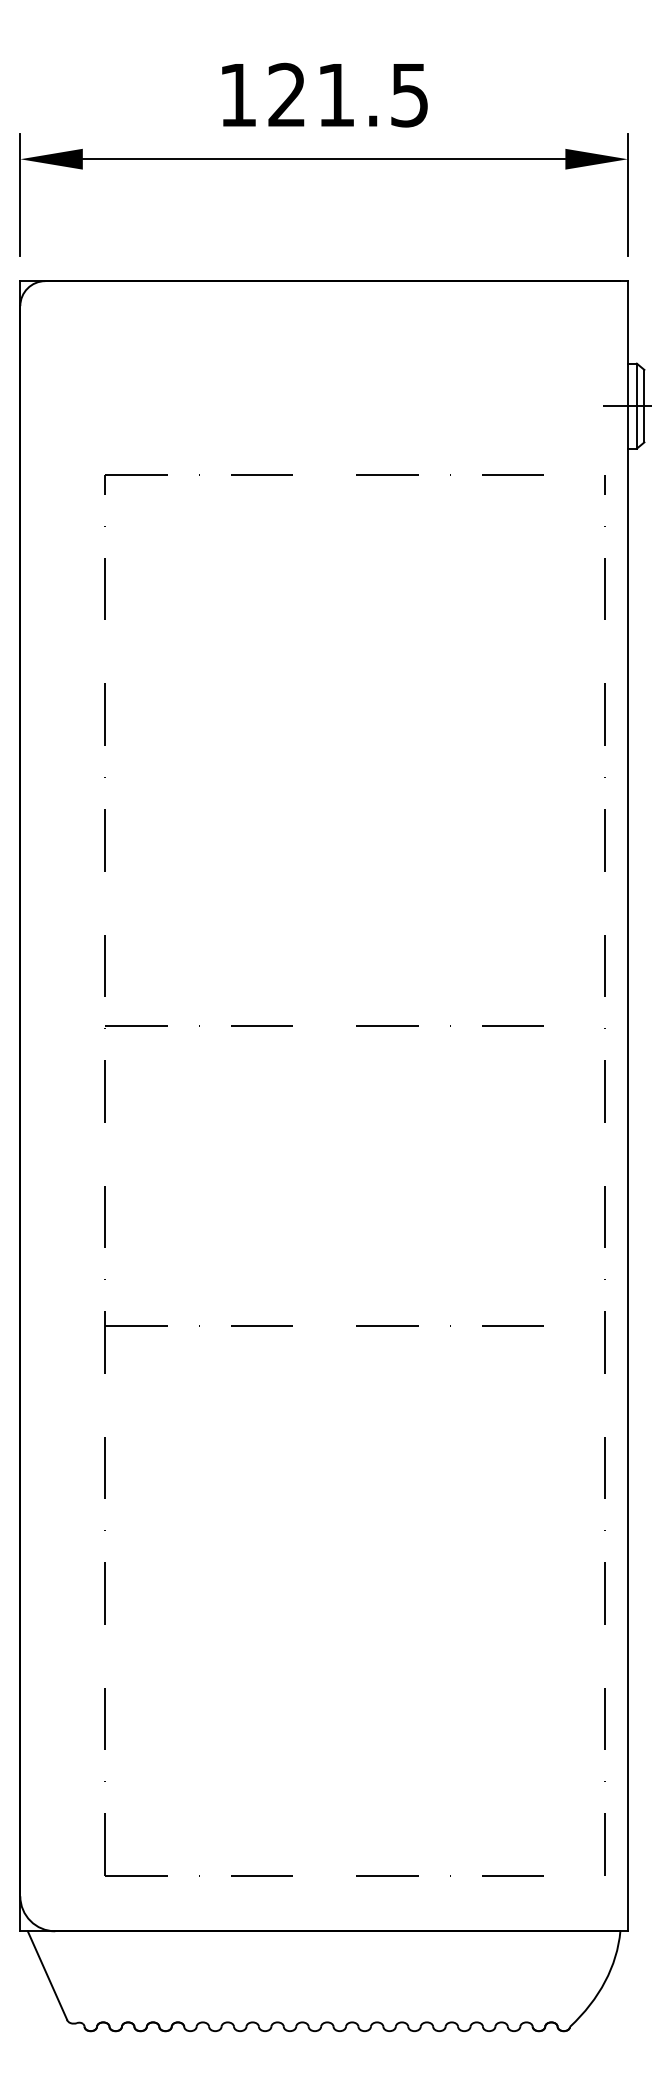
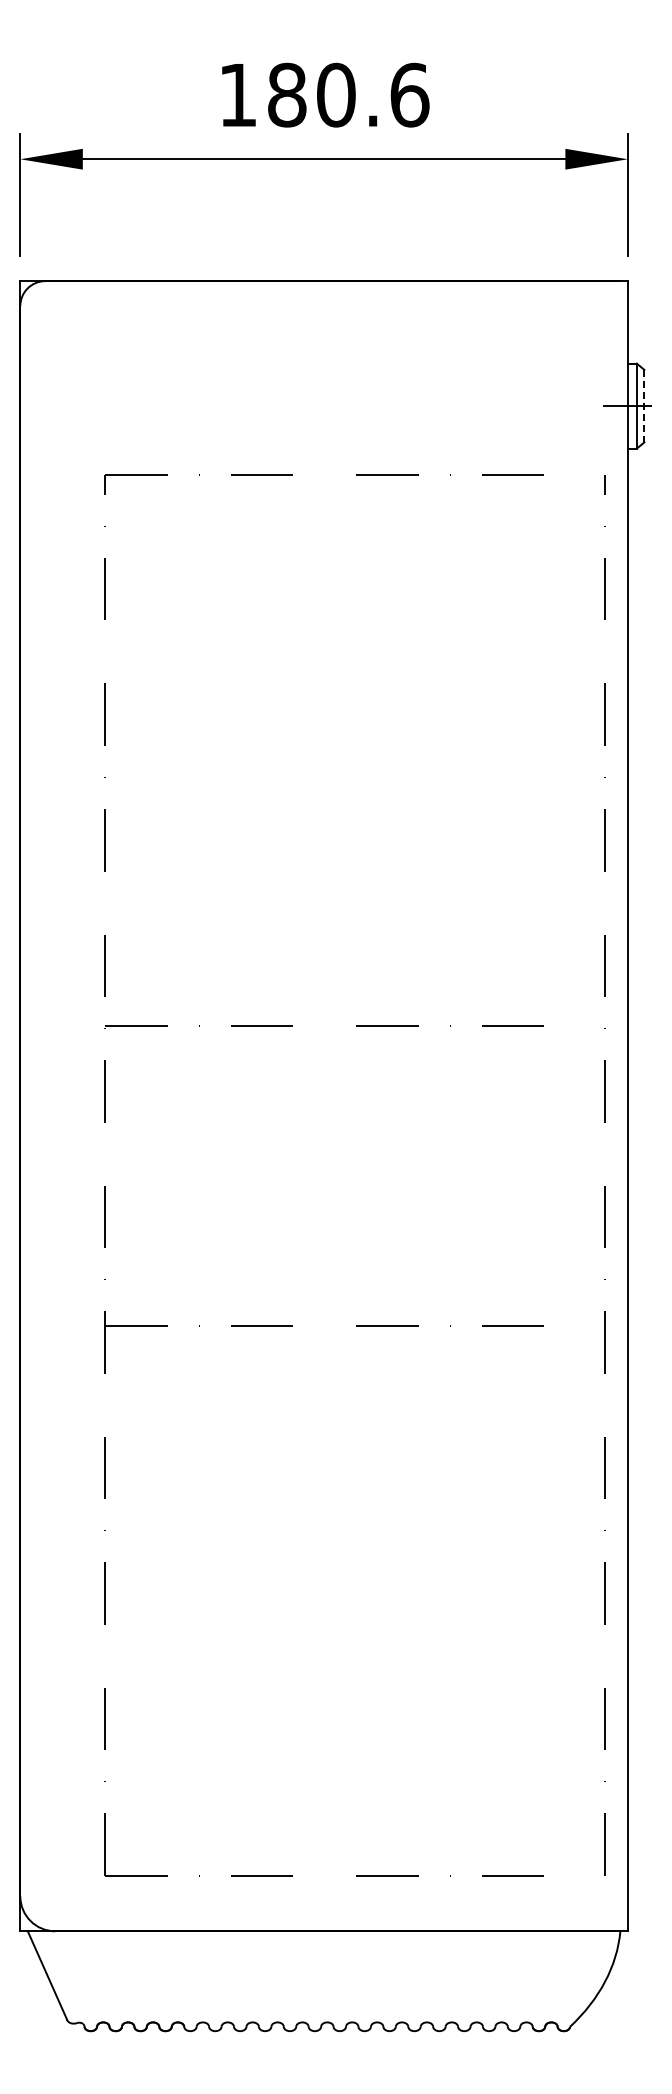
text at (348, 94): 121.5 -> 180.6
line at (644, 406): solid -> dashed
